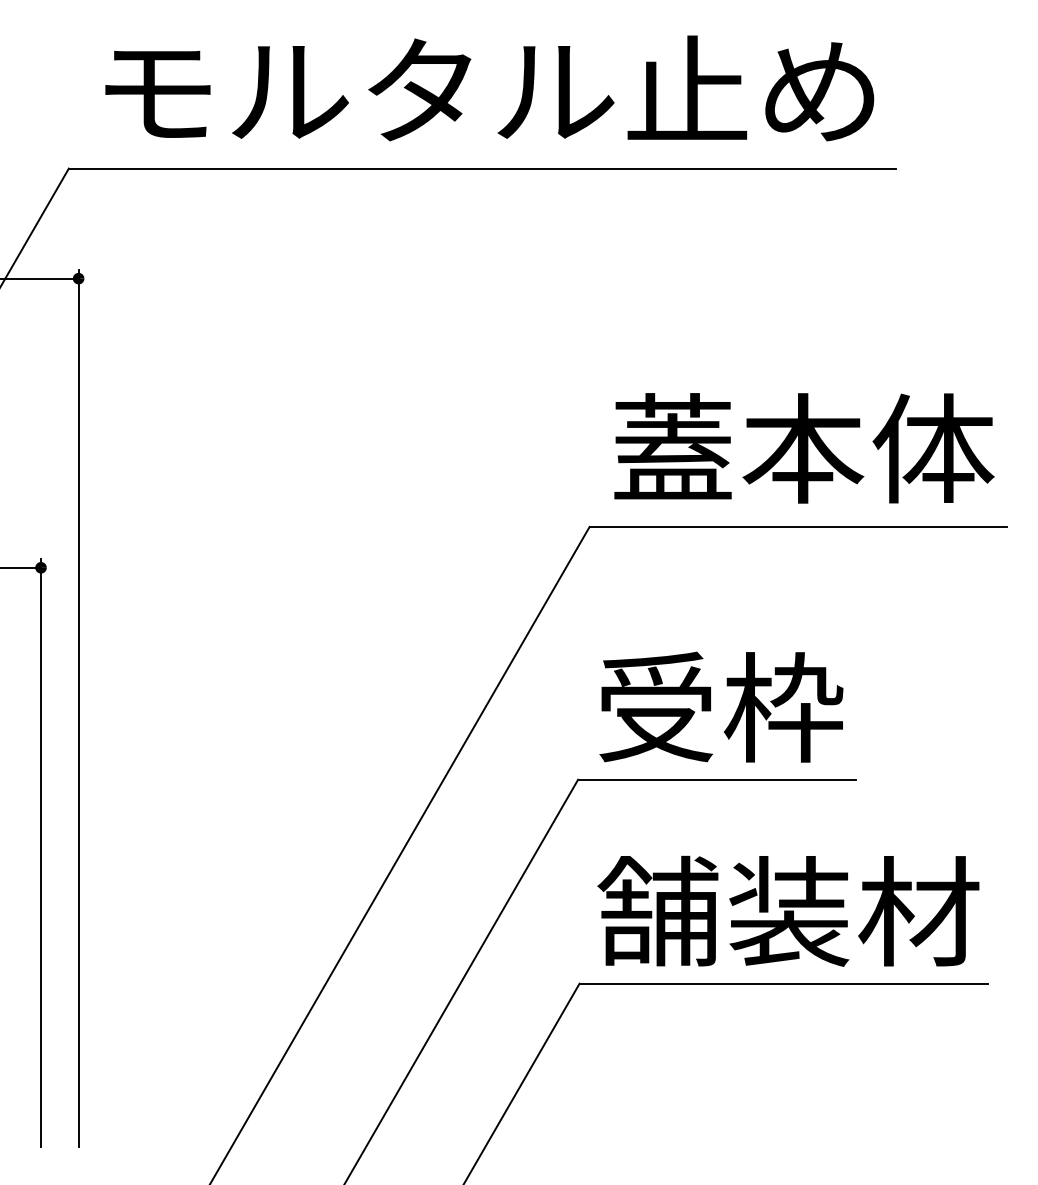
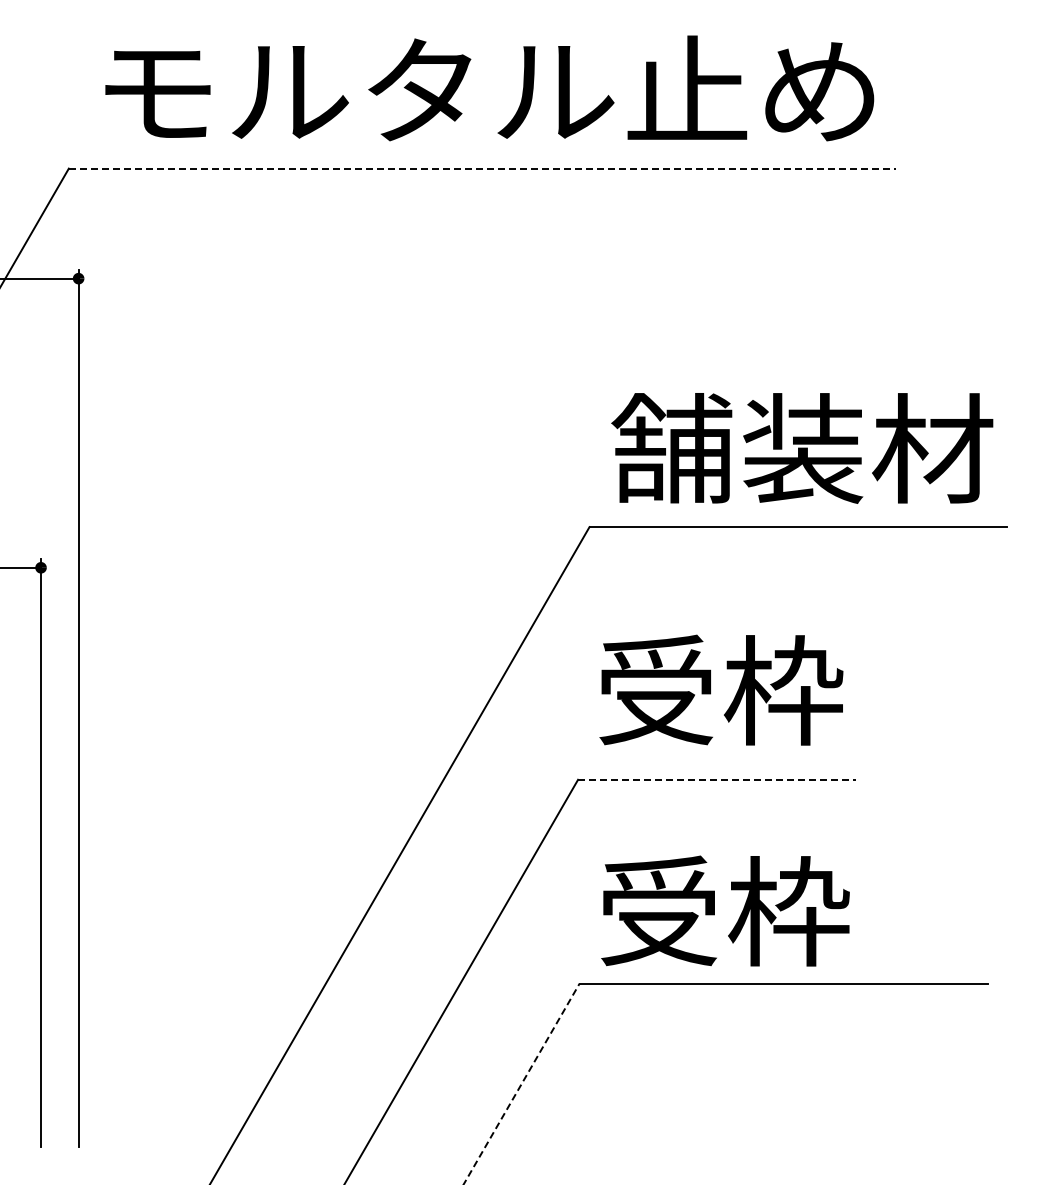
line at (482, 168): solid -> dashed
text at (802, 448): 蓋本体 -> 舗装材
text at (721, 706) position: (721, 706) -> (721, 689)
line at (716, 779): solid -> dashed
text at (788, 910): 舗装材 -> 受枠
line at (521, 1083): solid -> dashed
